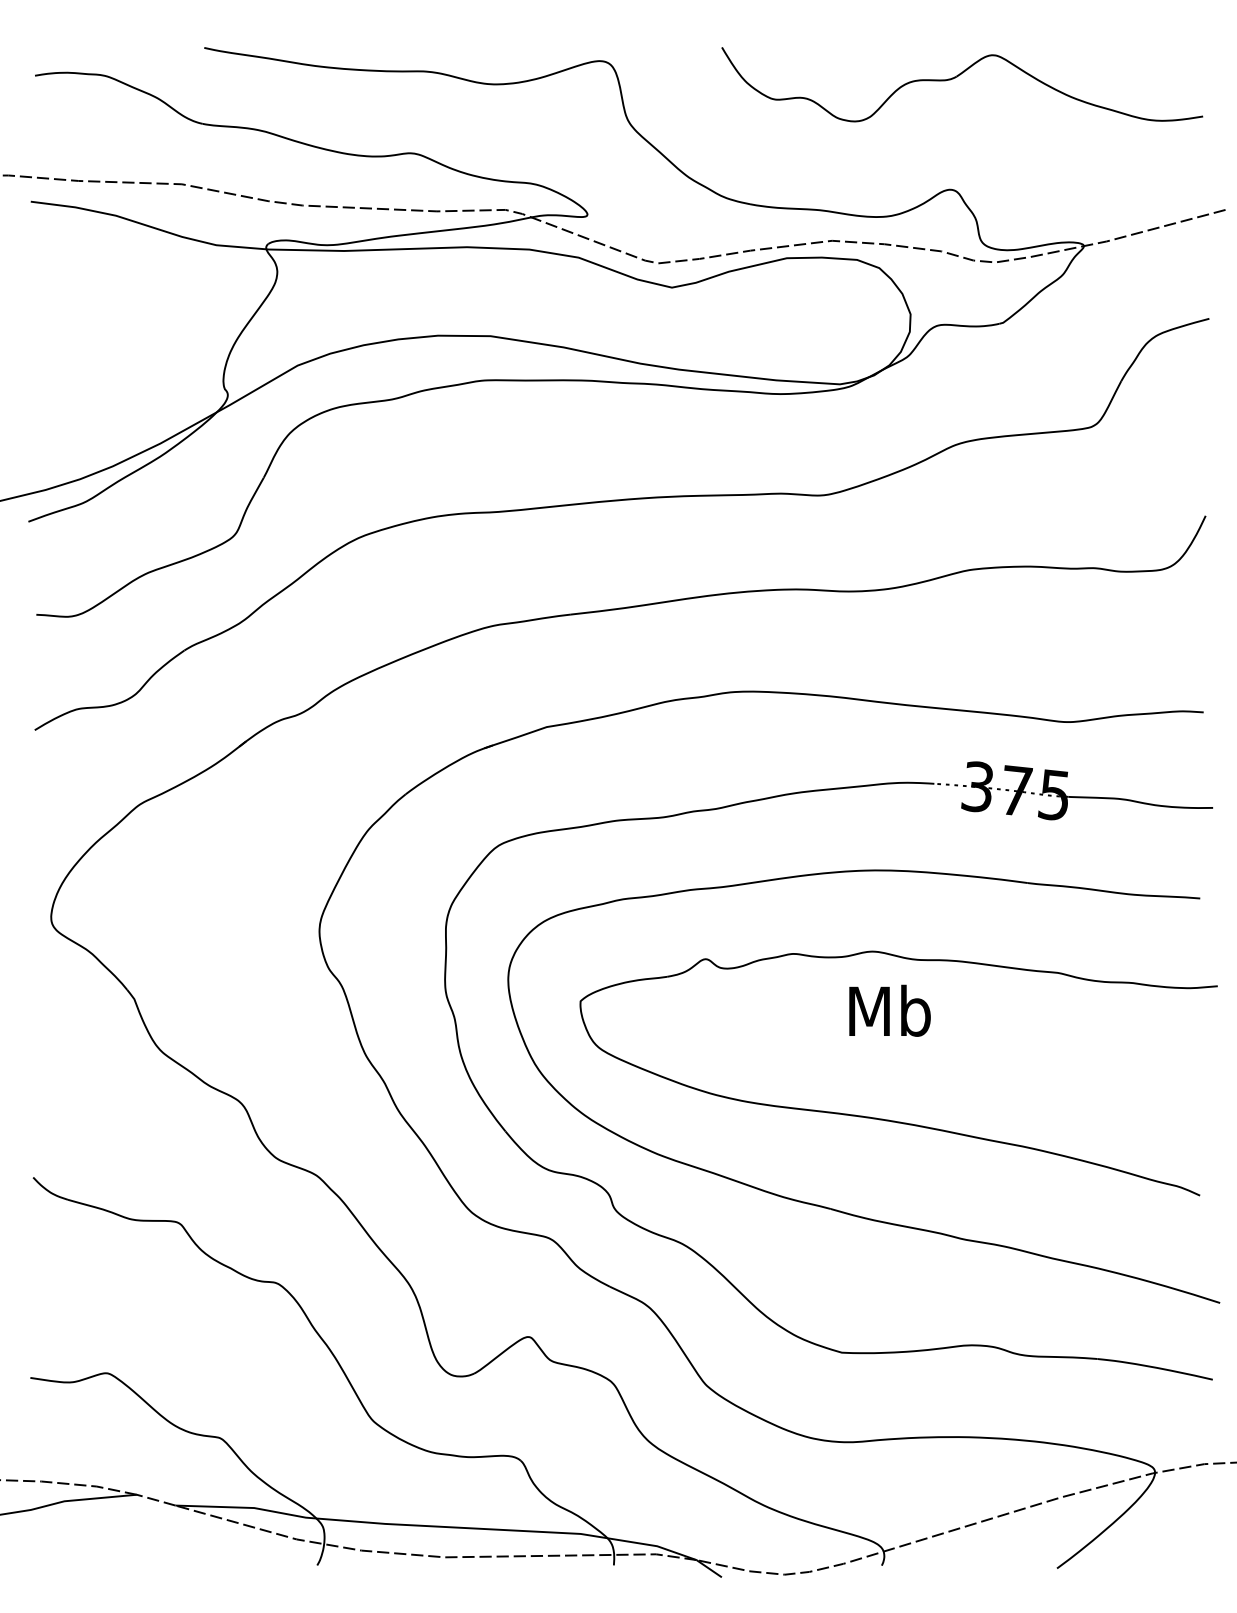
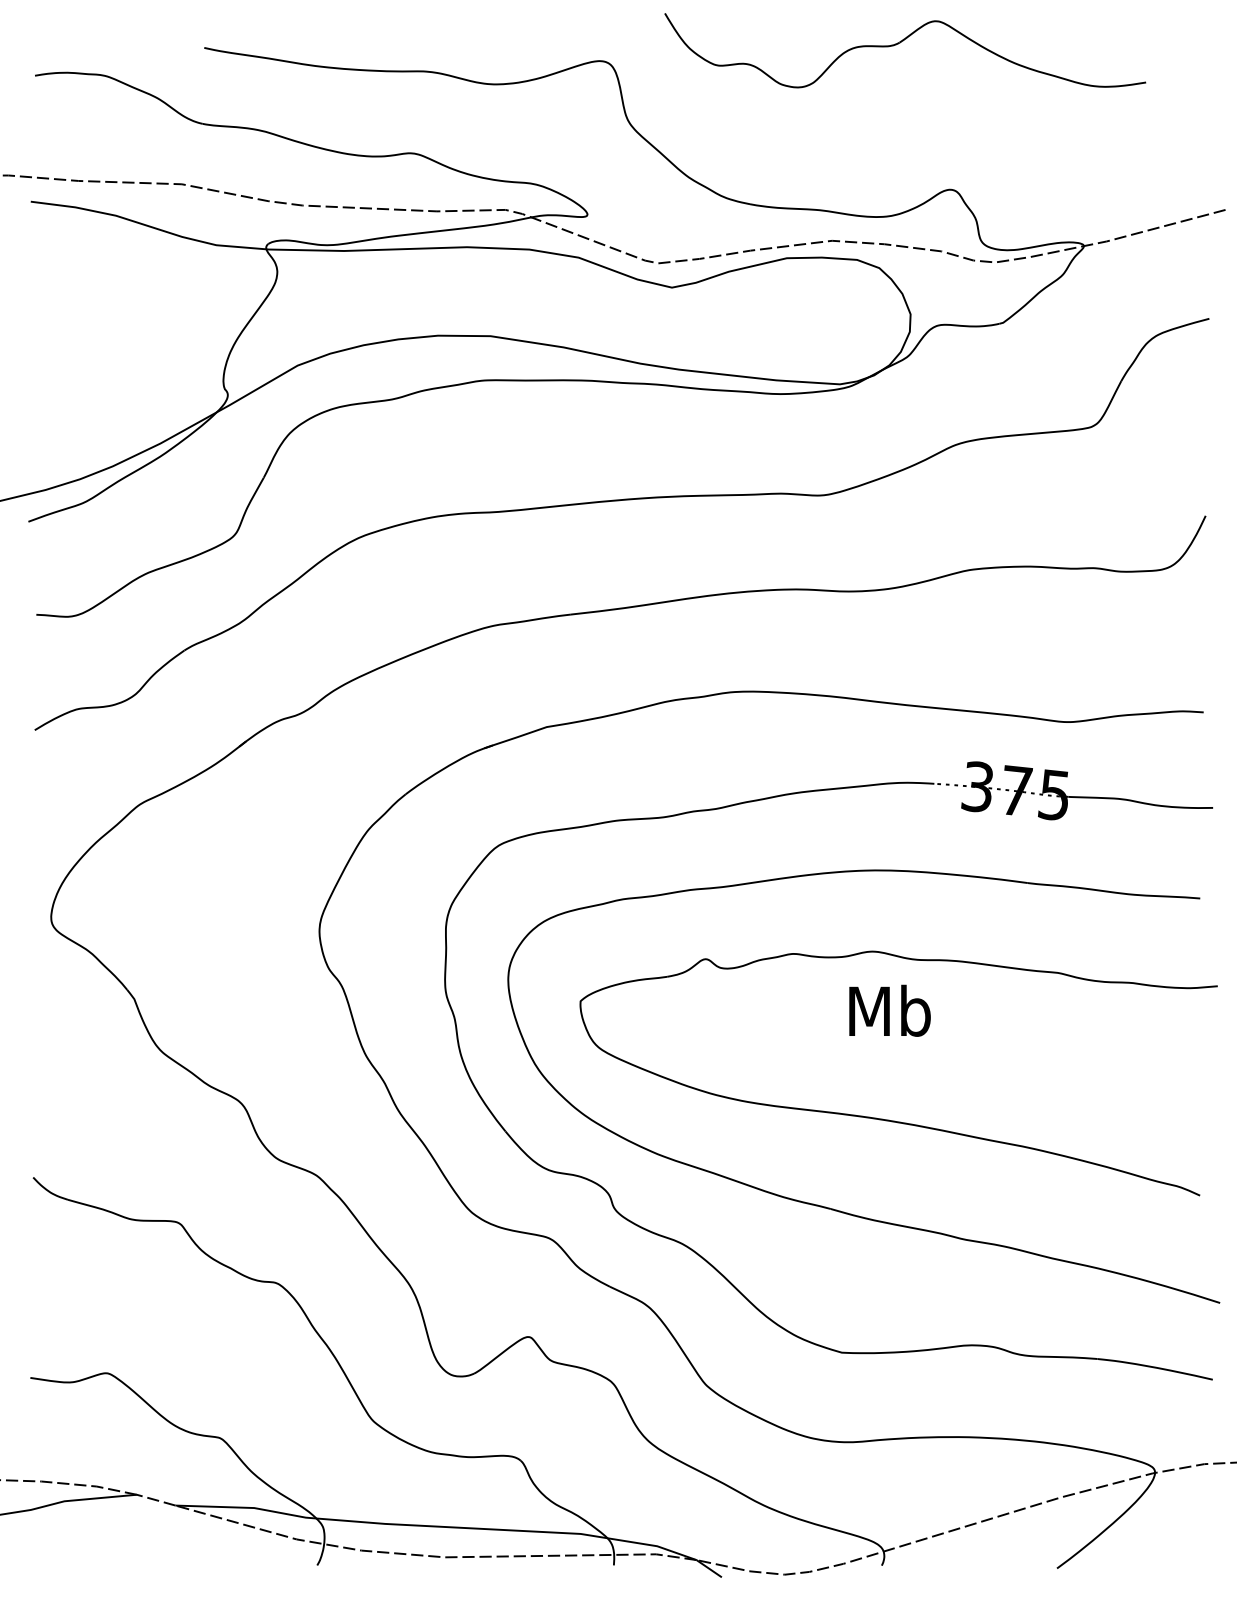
part at (957, 77) position: (957, 77) -> (900, 43)
